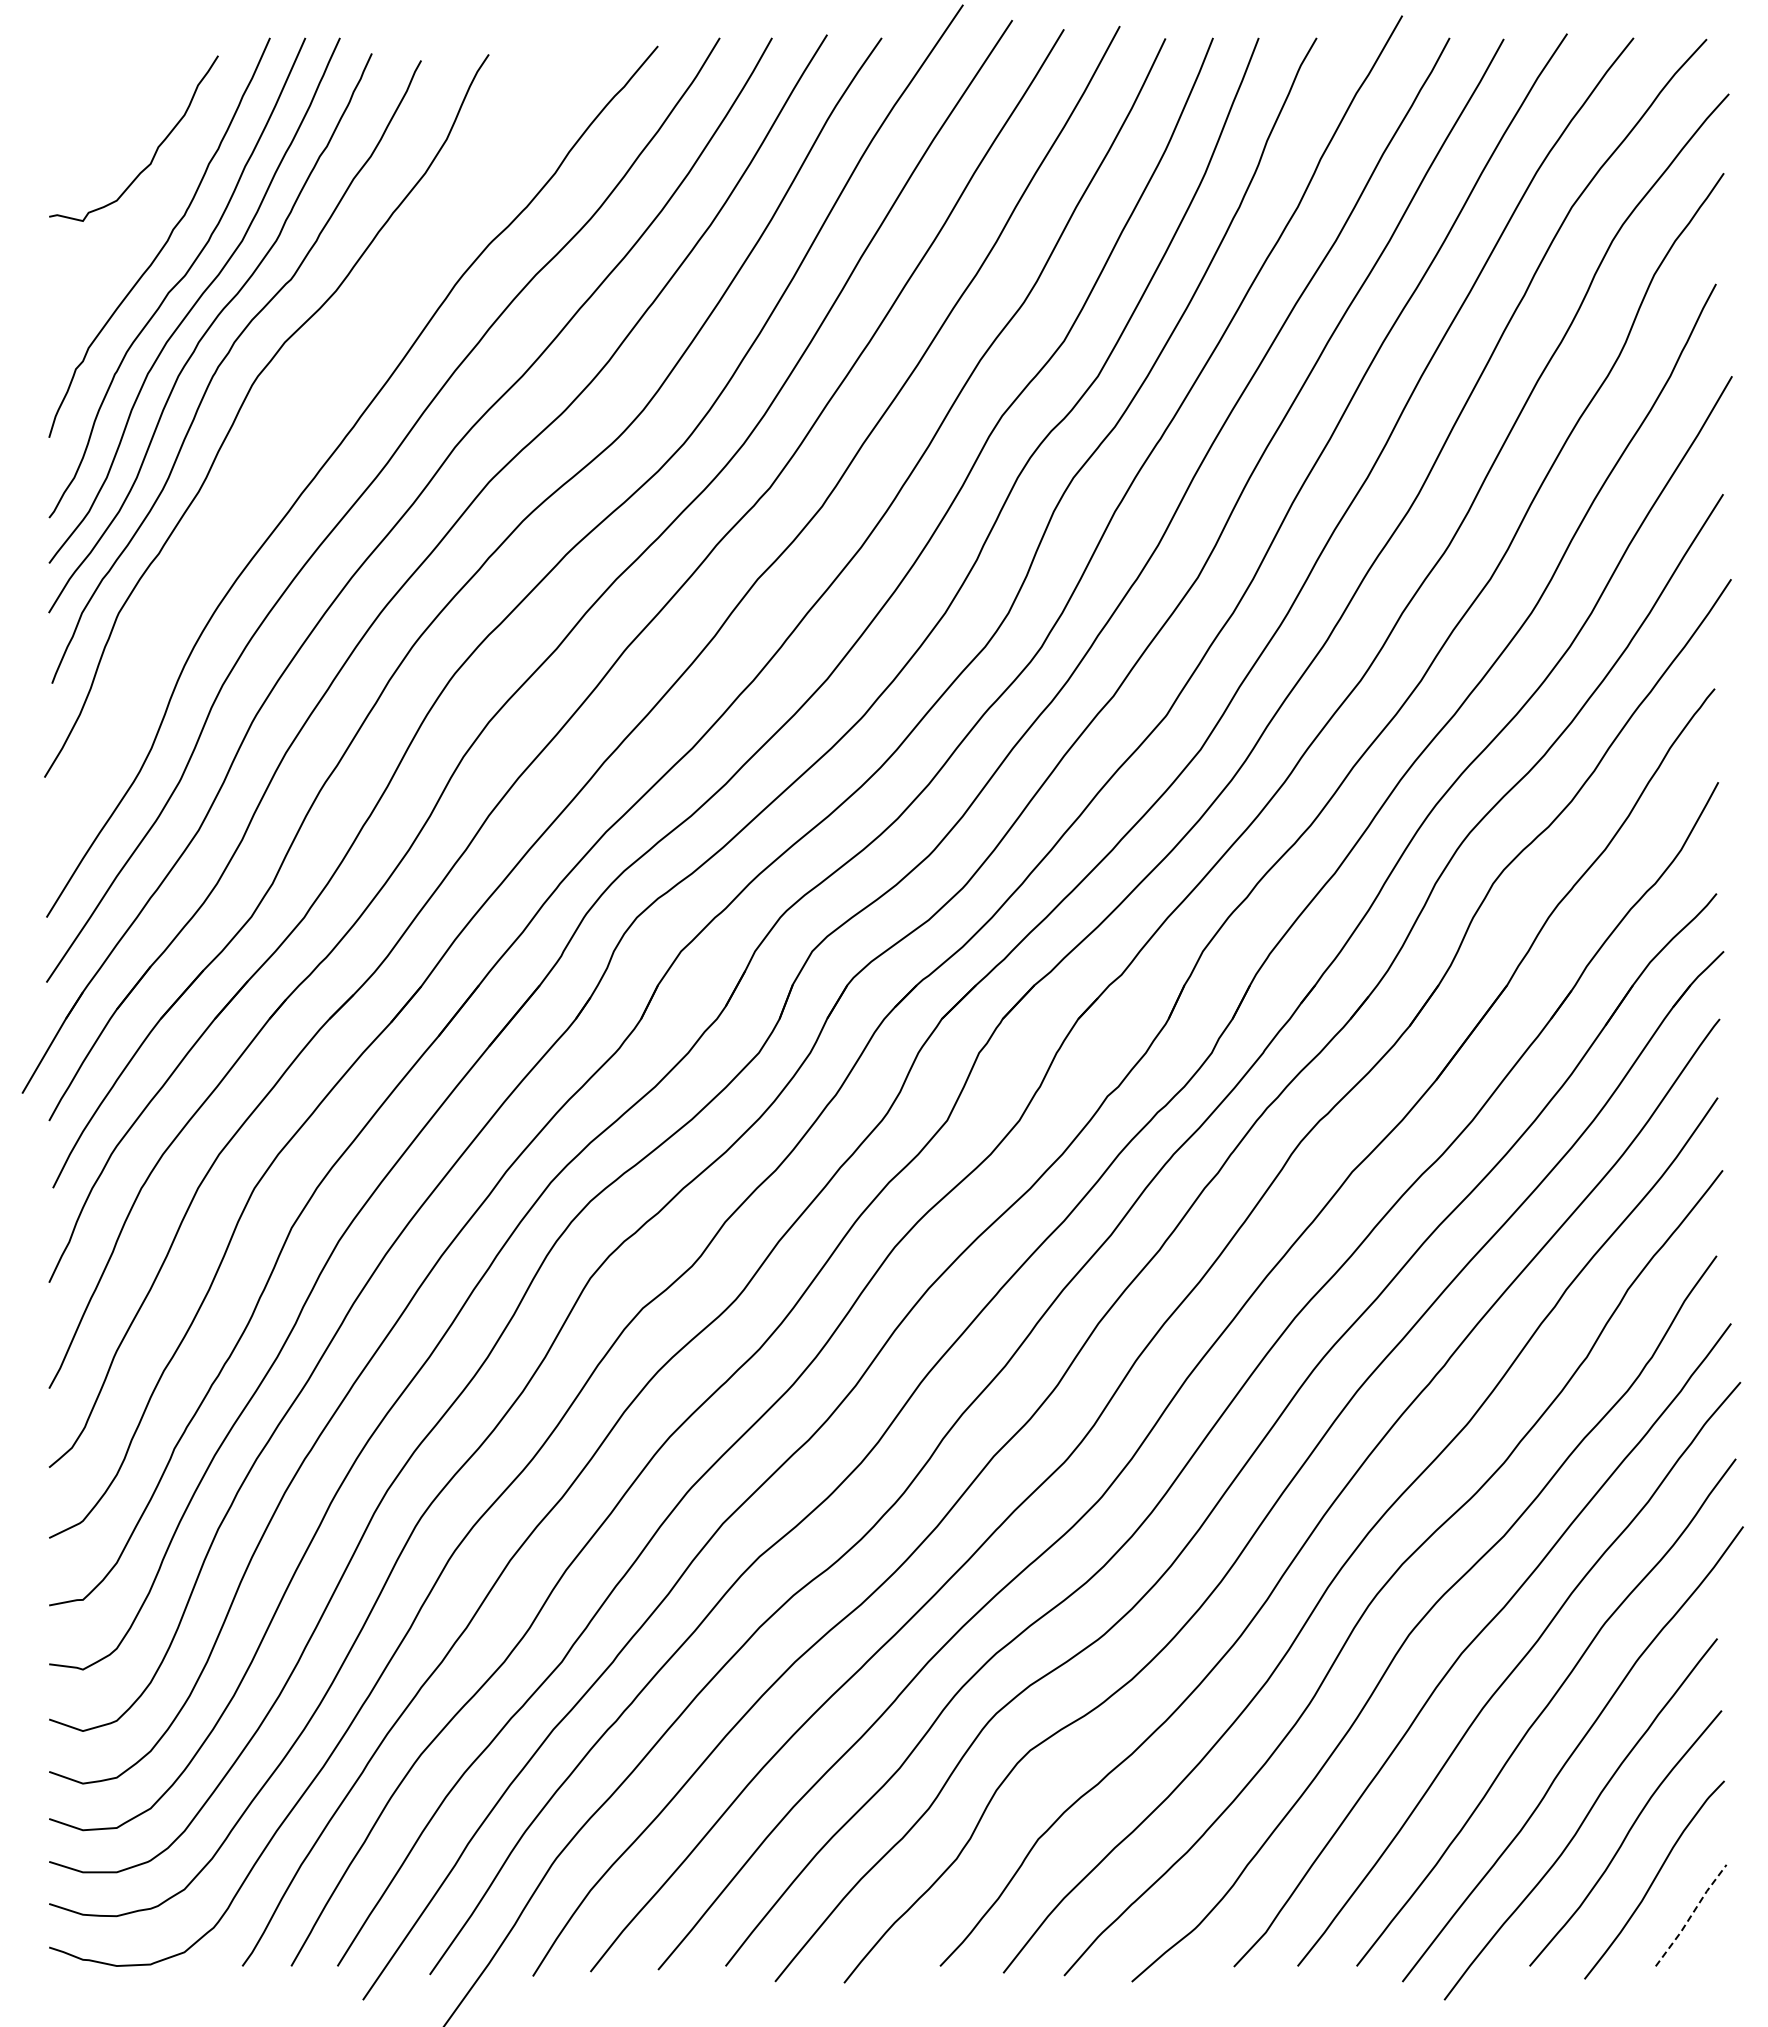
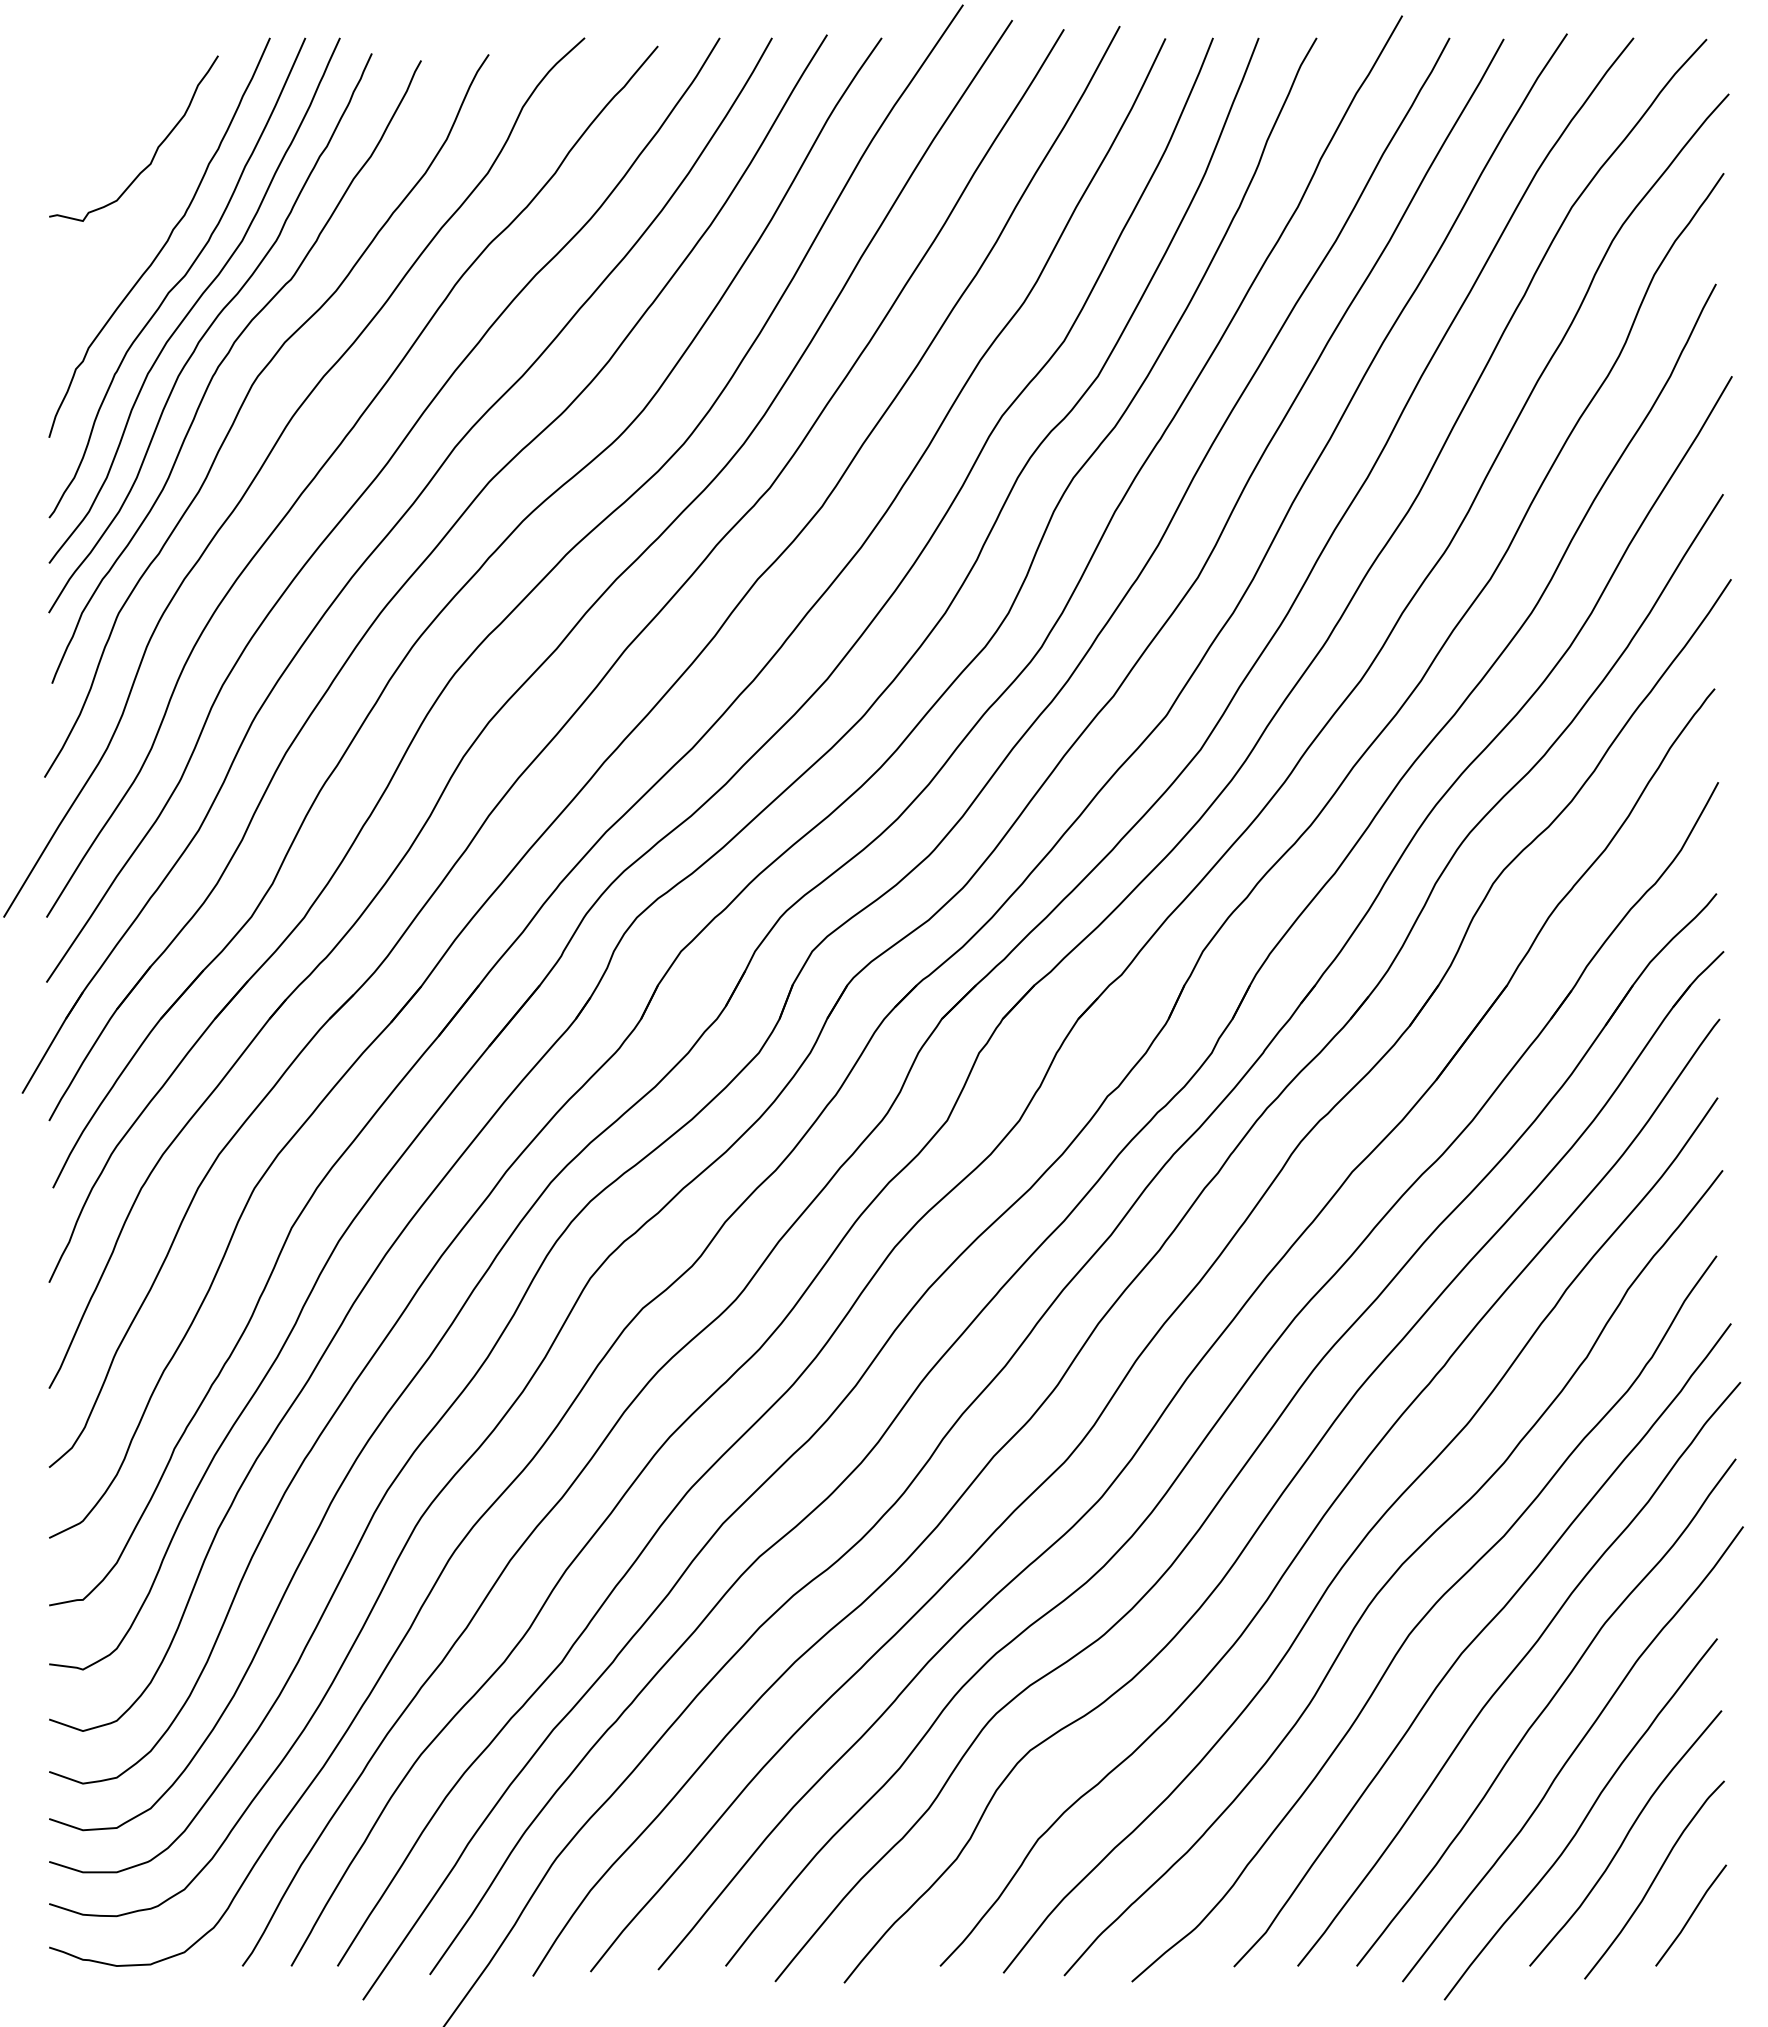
curve at (266, 461): none -> present
line at (1691, 1915): dashed -> solid
